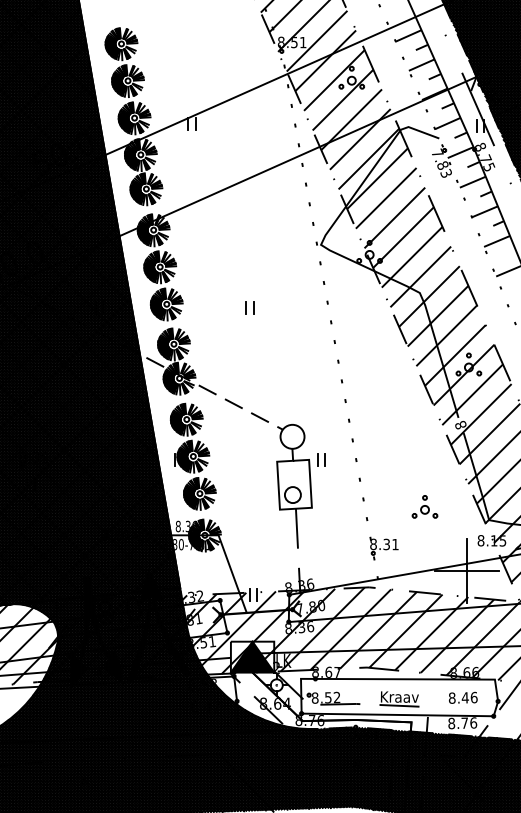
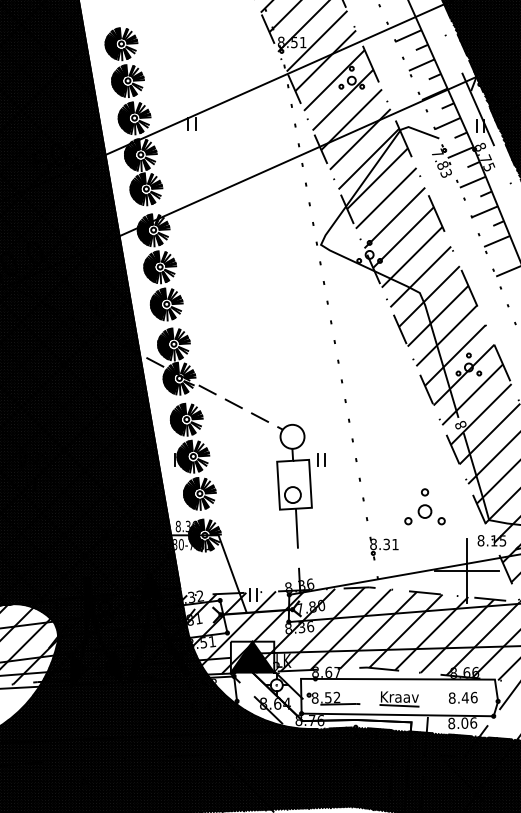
part at (249, 307): present -> none
part at (424, 506) size: 28x24 px -> 42x38 px
text at (464, 722): 8.76 -> 8.06
